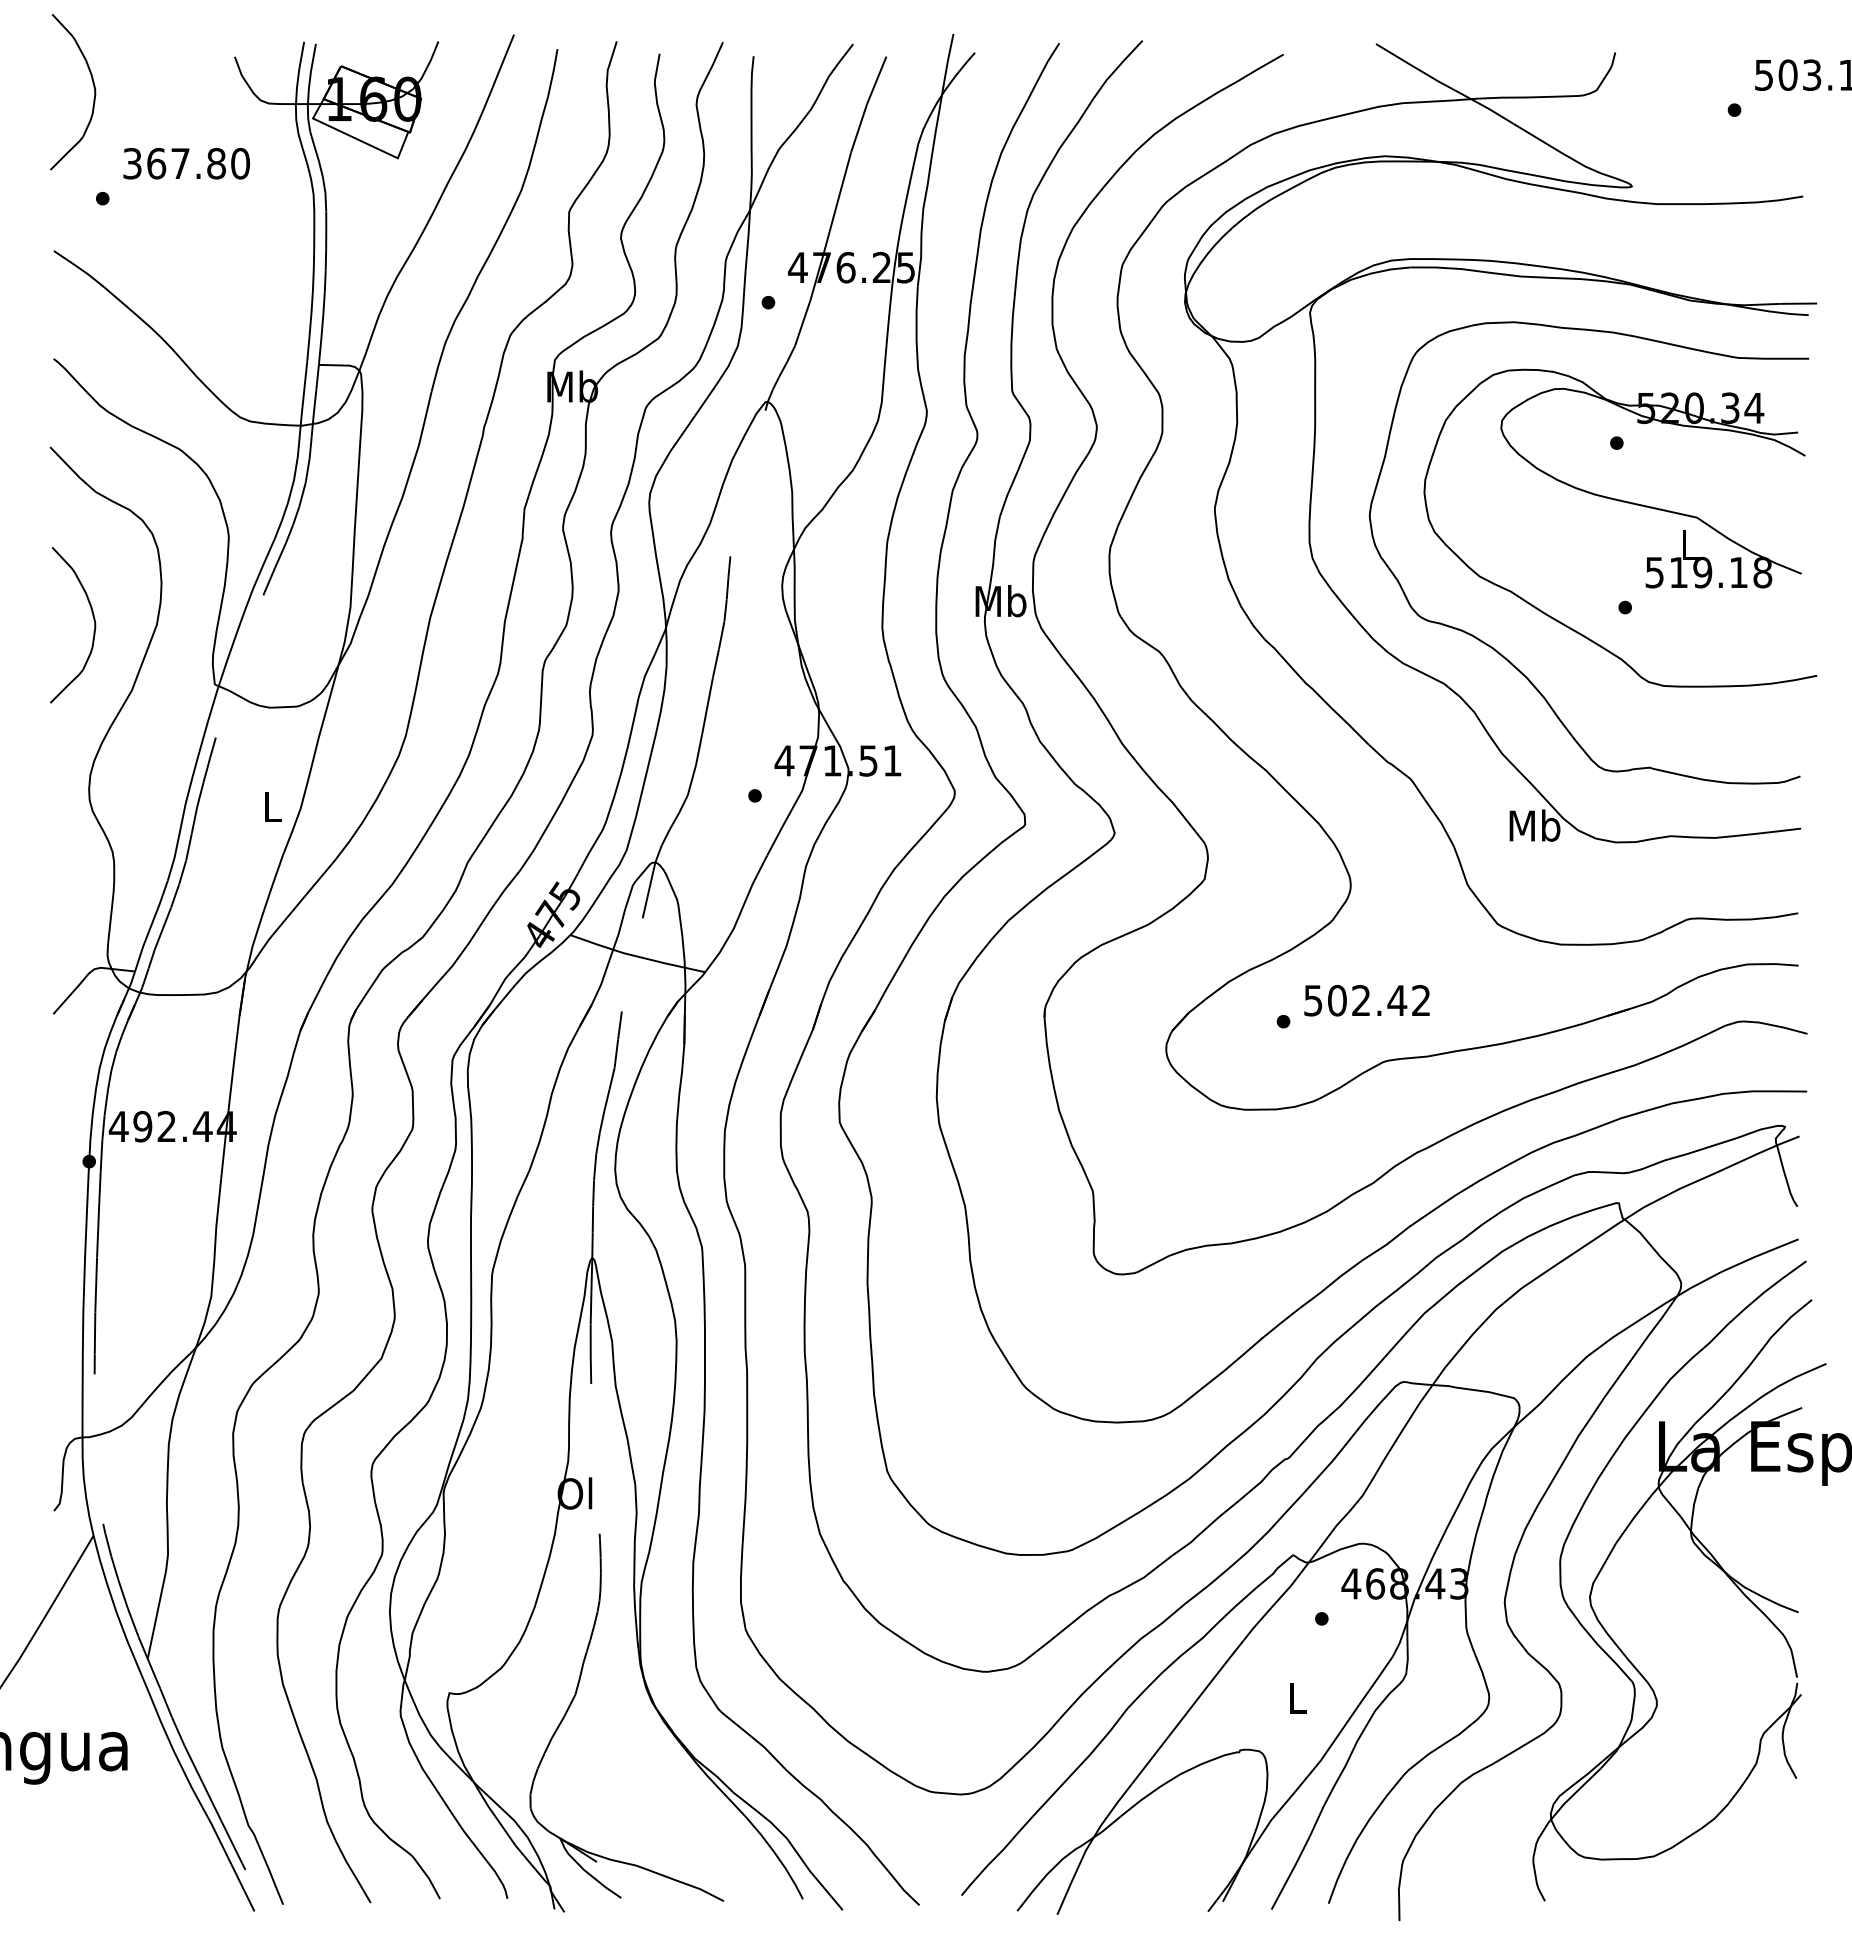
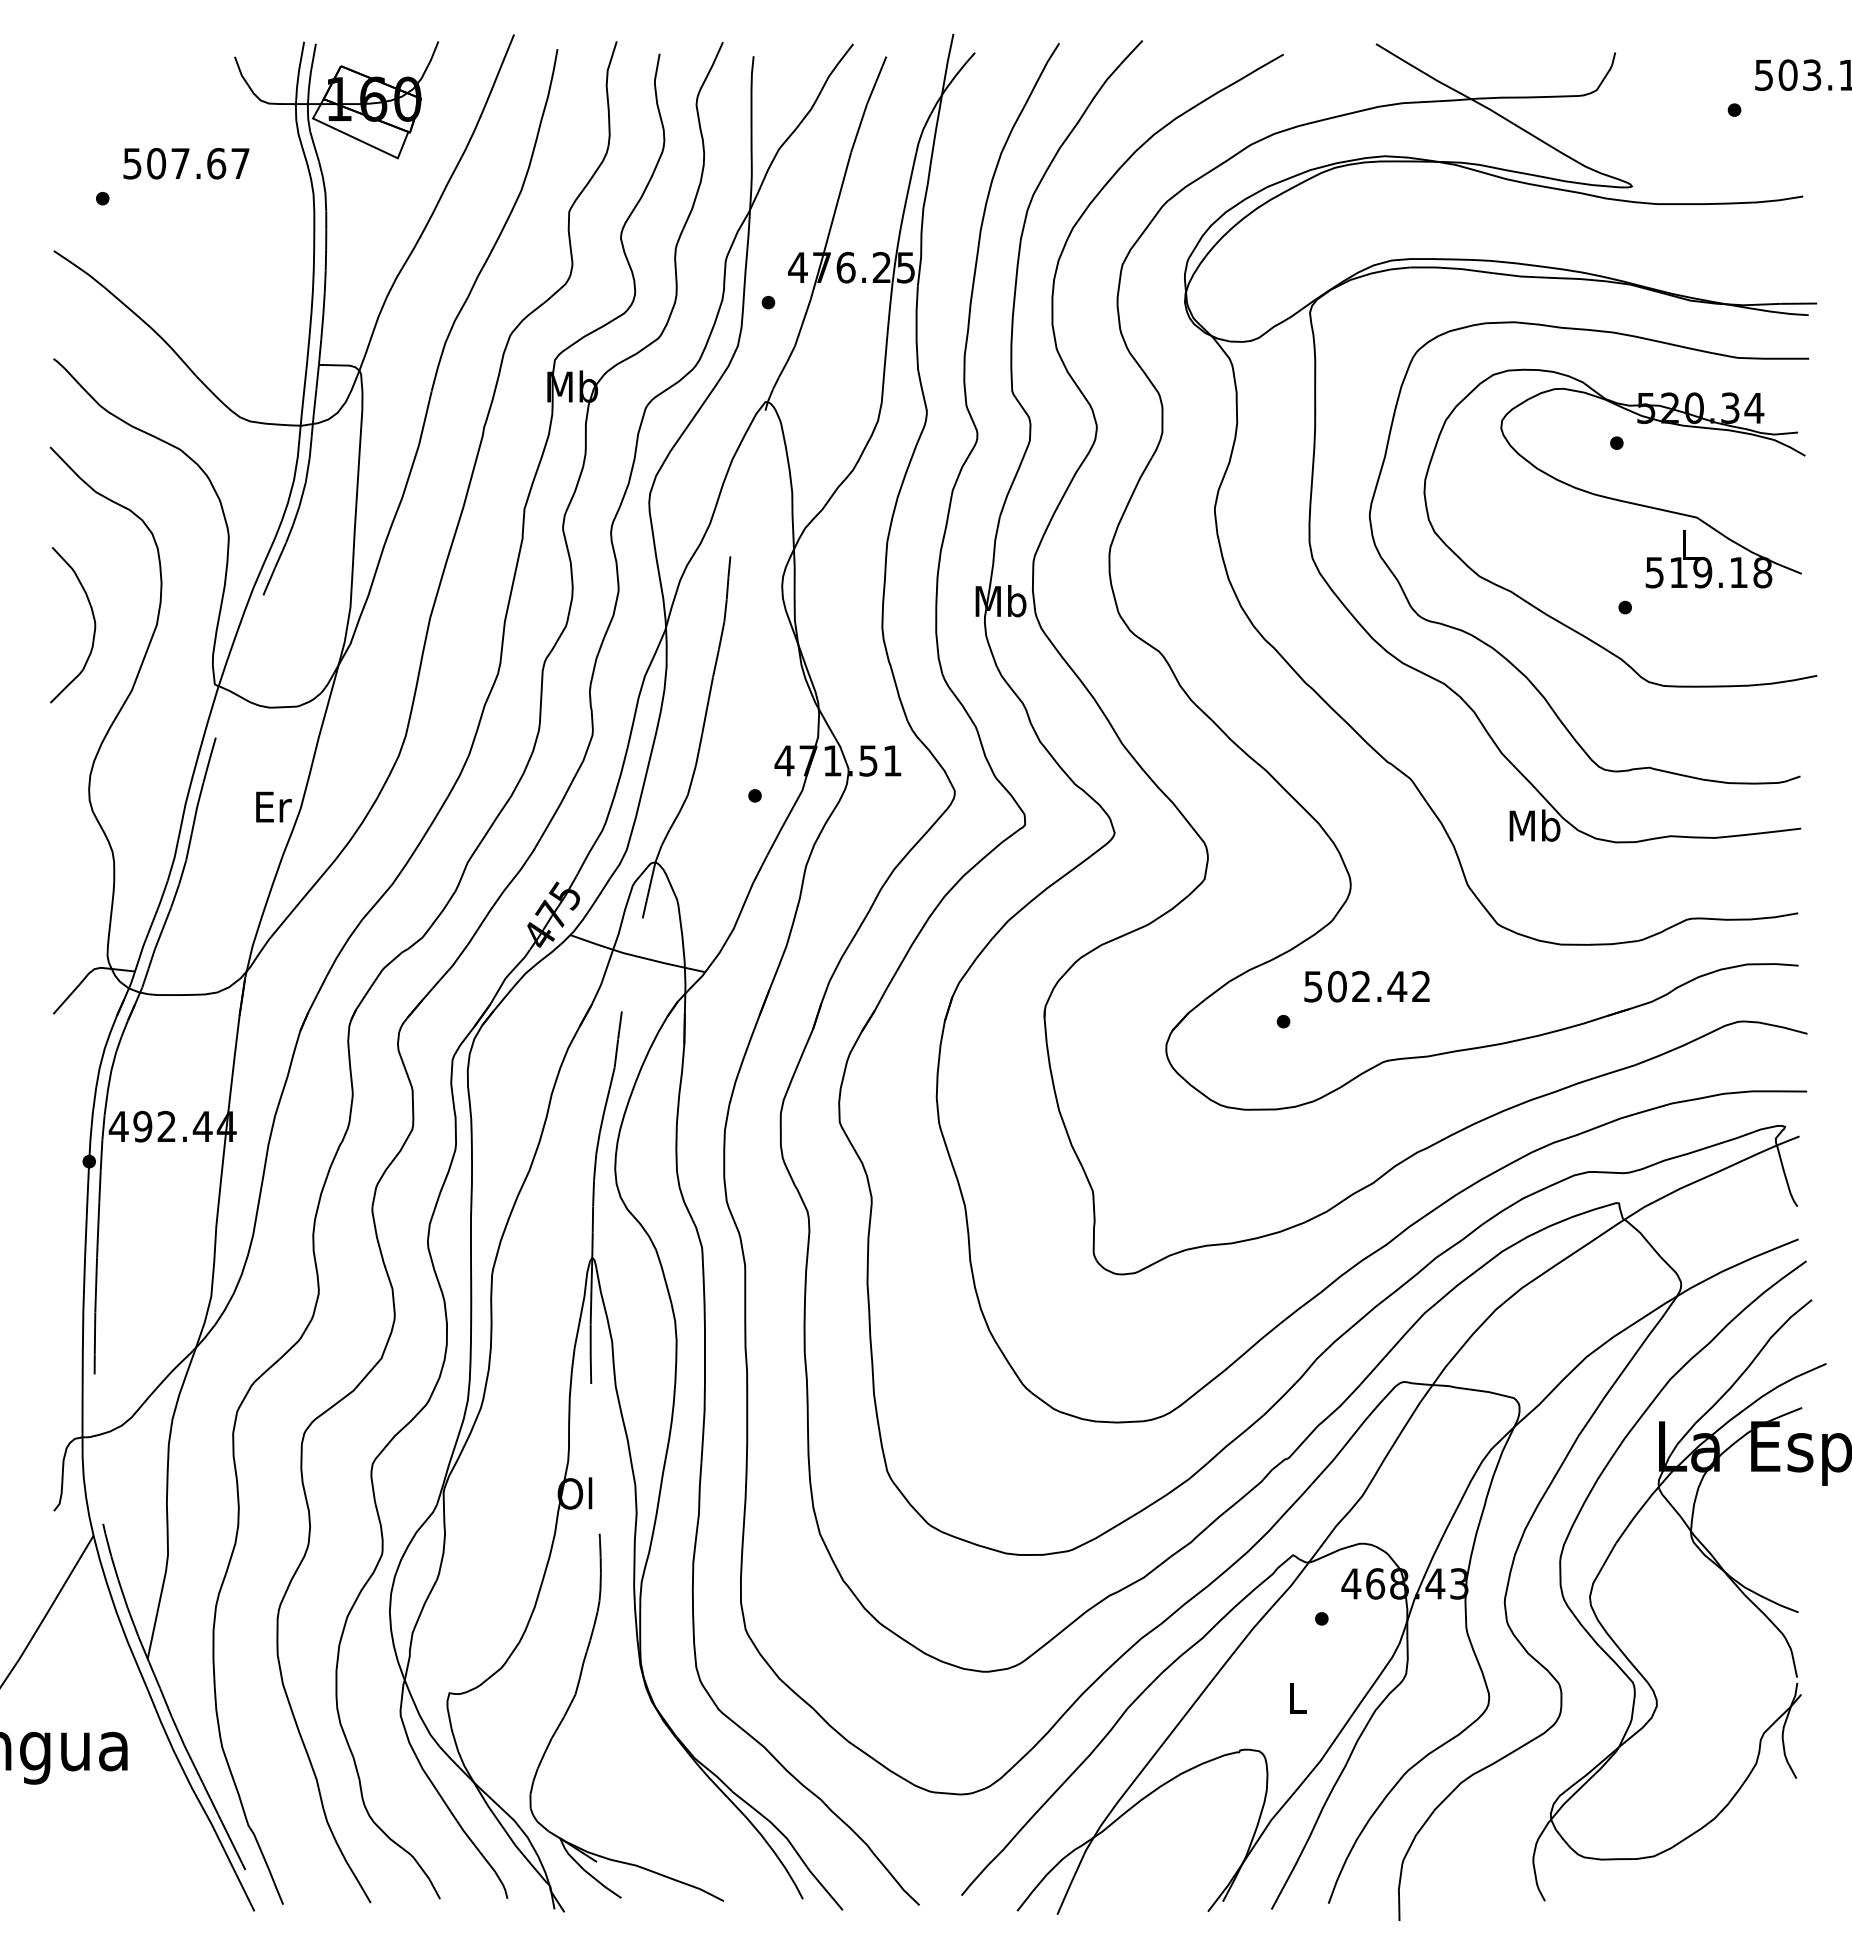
part at (93, 87): present -> none
text at (187, 163): 367.80 -> 507.67
text at (273, 806): L -> Er
text at (1366, 1000) position: (1366, 1000) -> (1366, 986)
